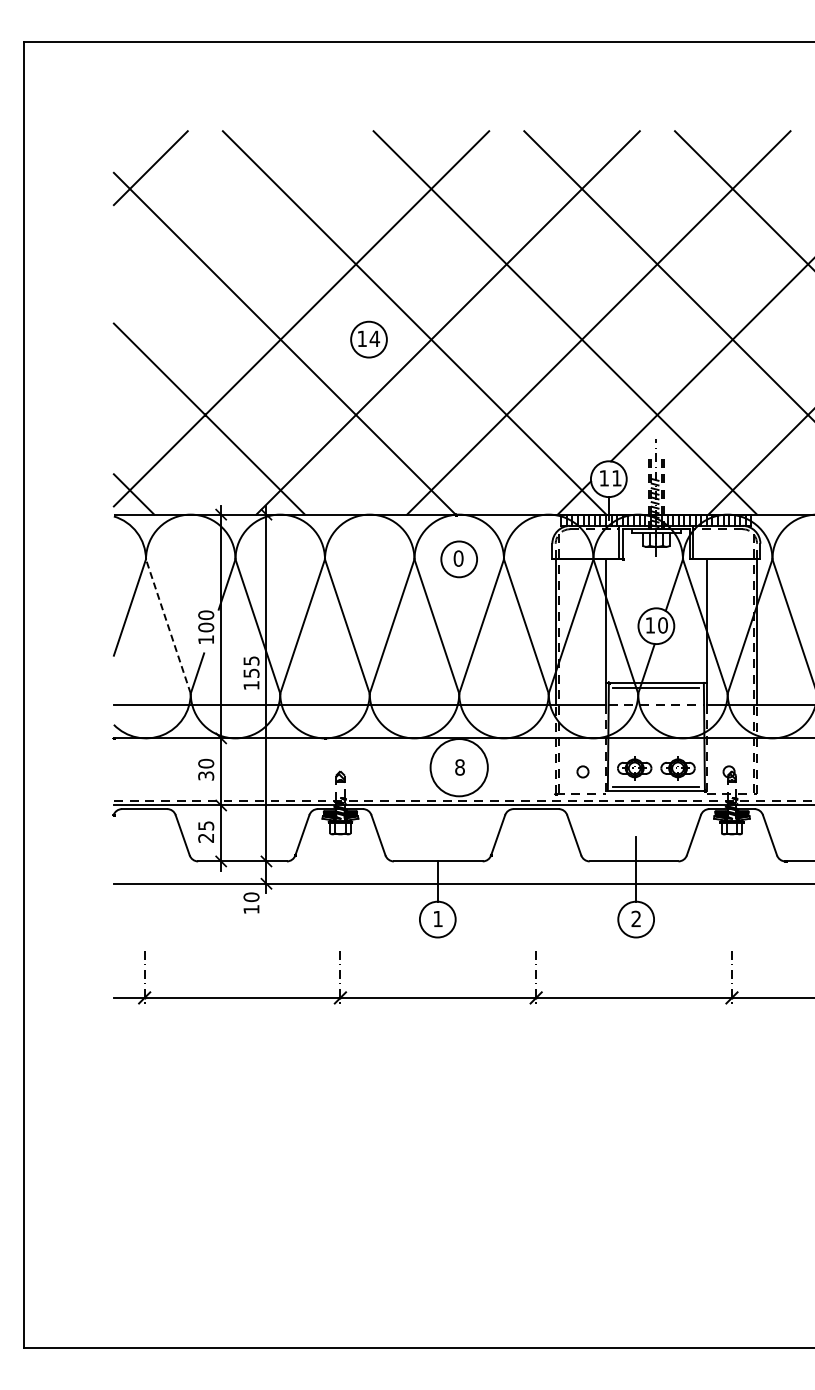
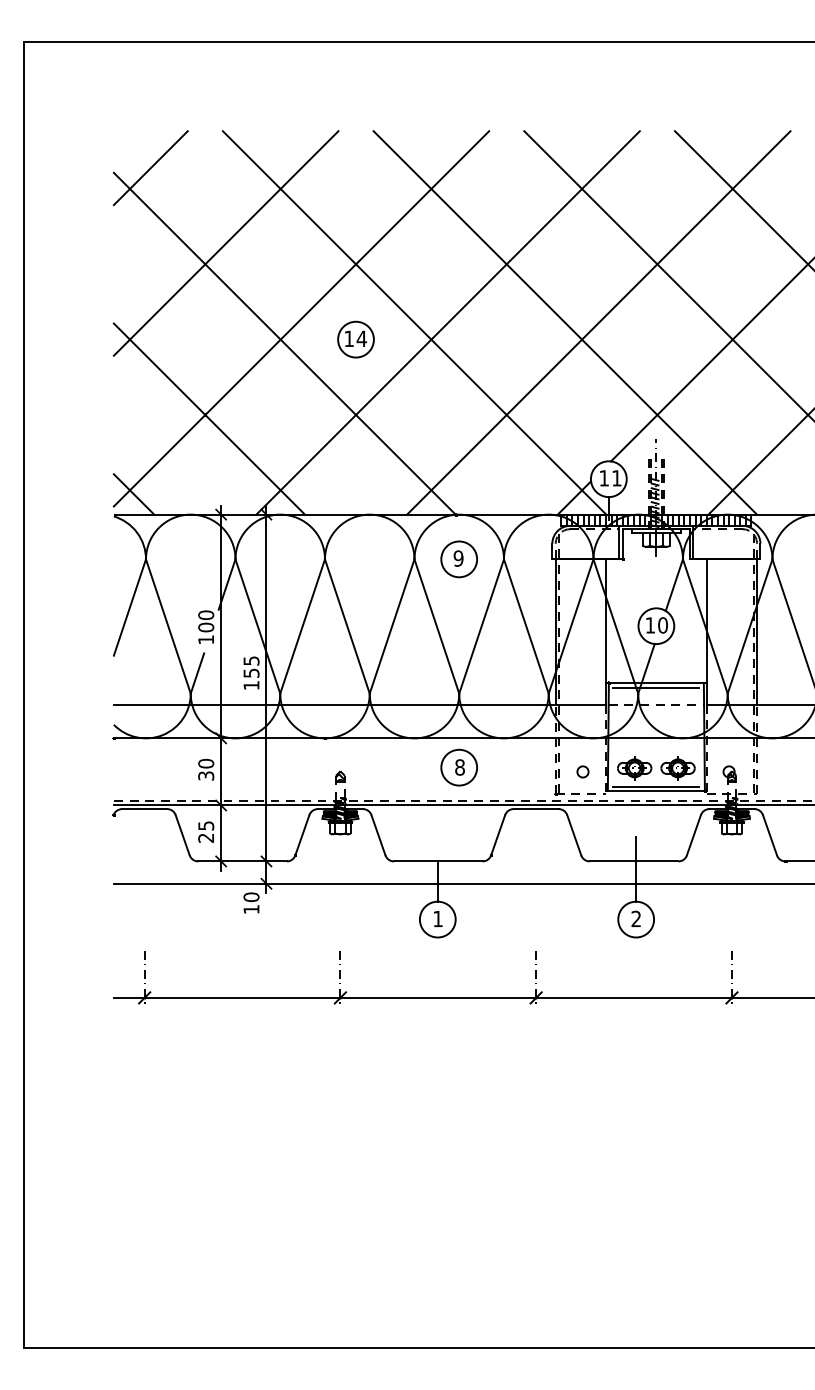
line at (225, 243): none -> present
part at (368, 339) position: (368, 339) -> (355, 339)
text at (458, 558): 0 -> 9
line at (168, 626): dashed -> solid
circle at (458, 767) diameter: 57 px -> 36 px
